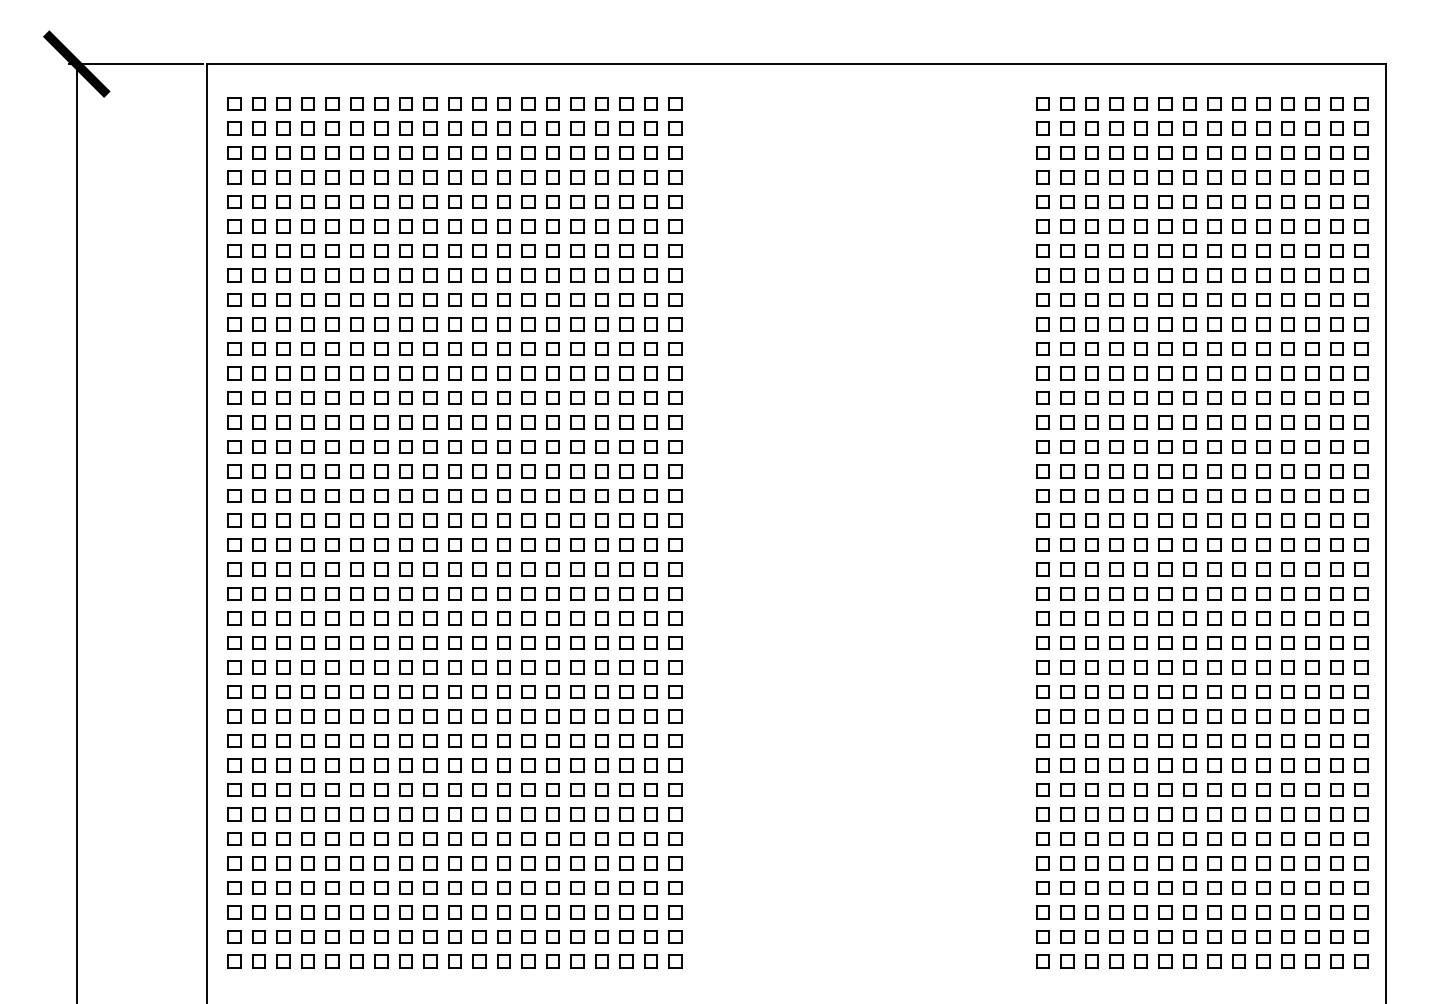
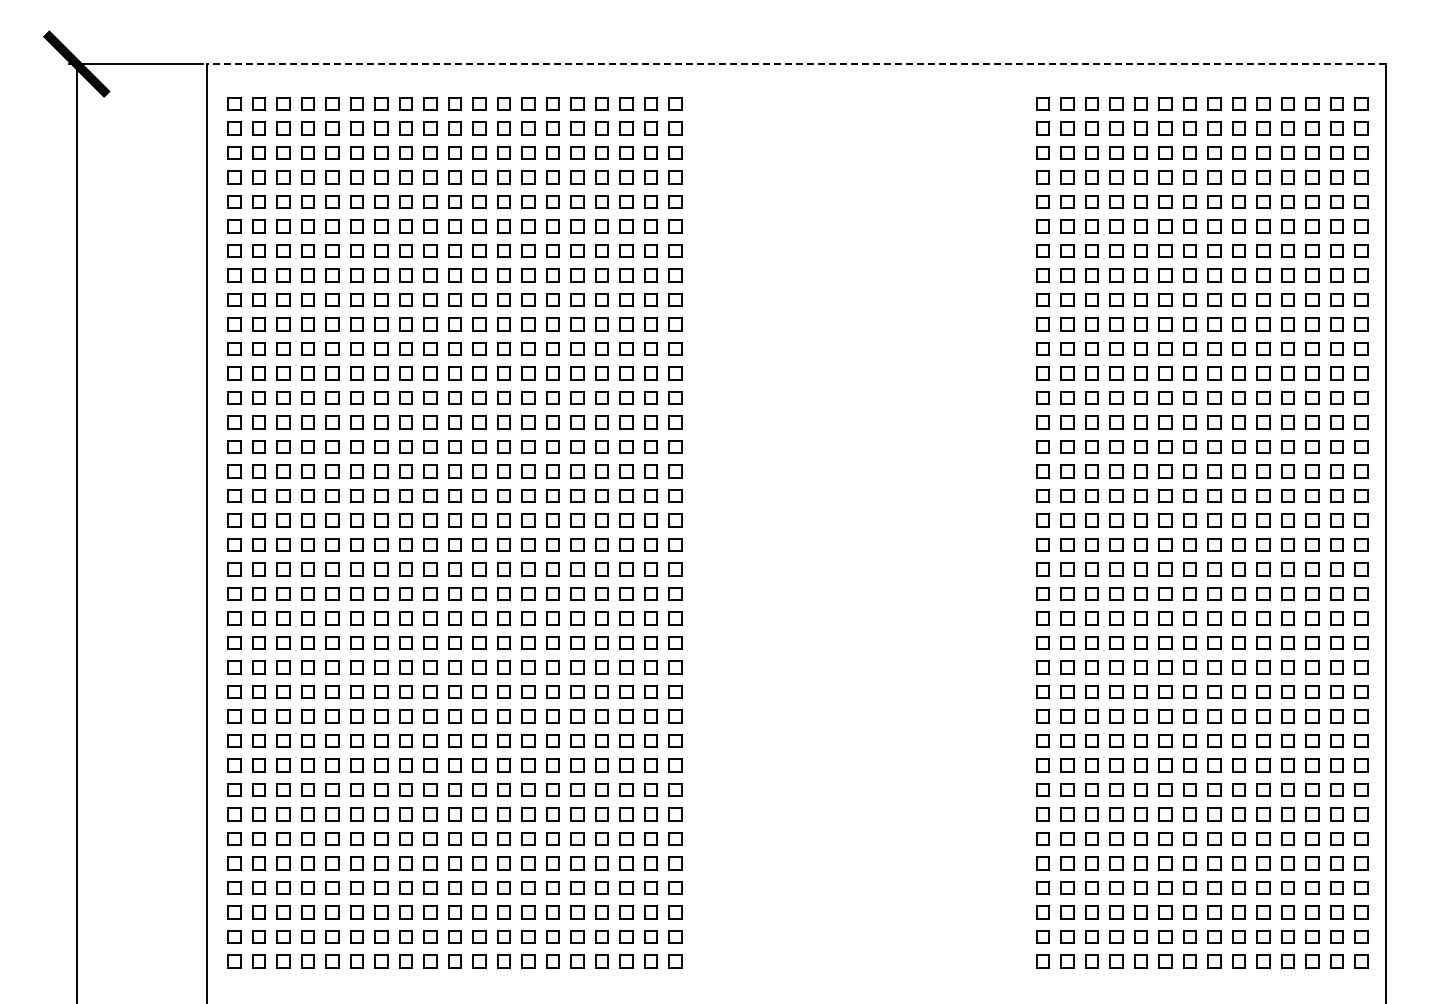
line at (796, 64): solid -> dashed
